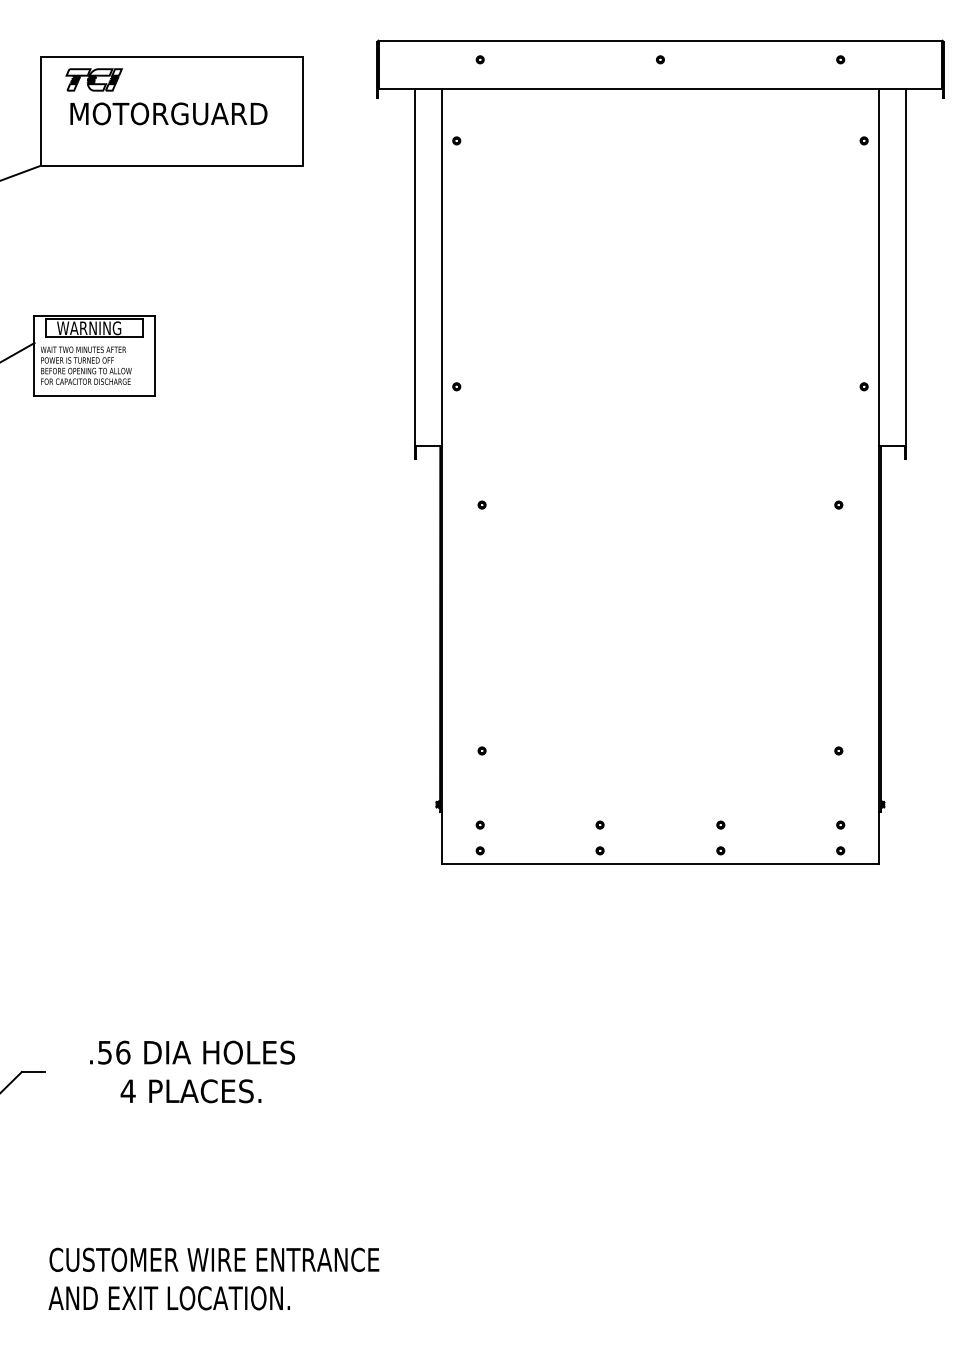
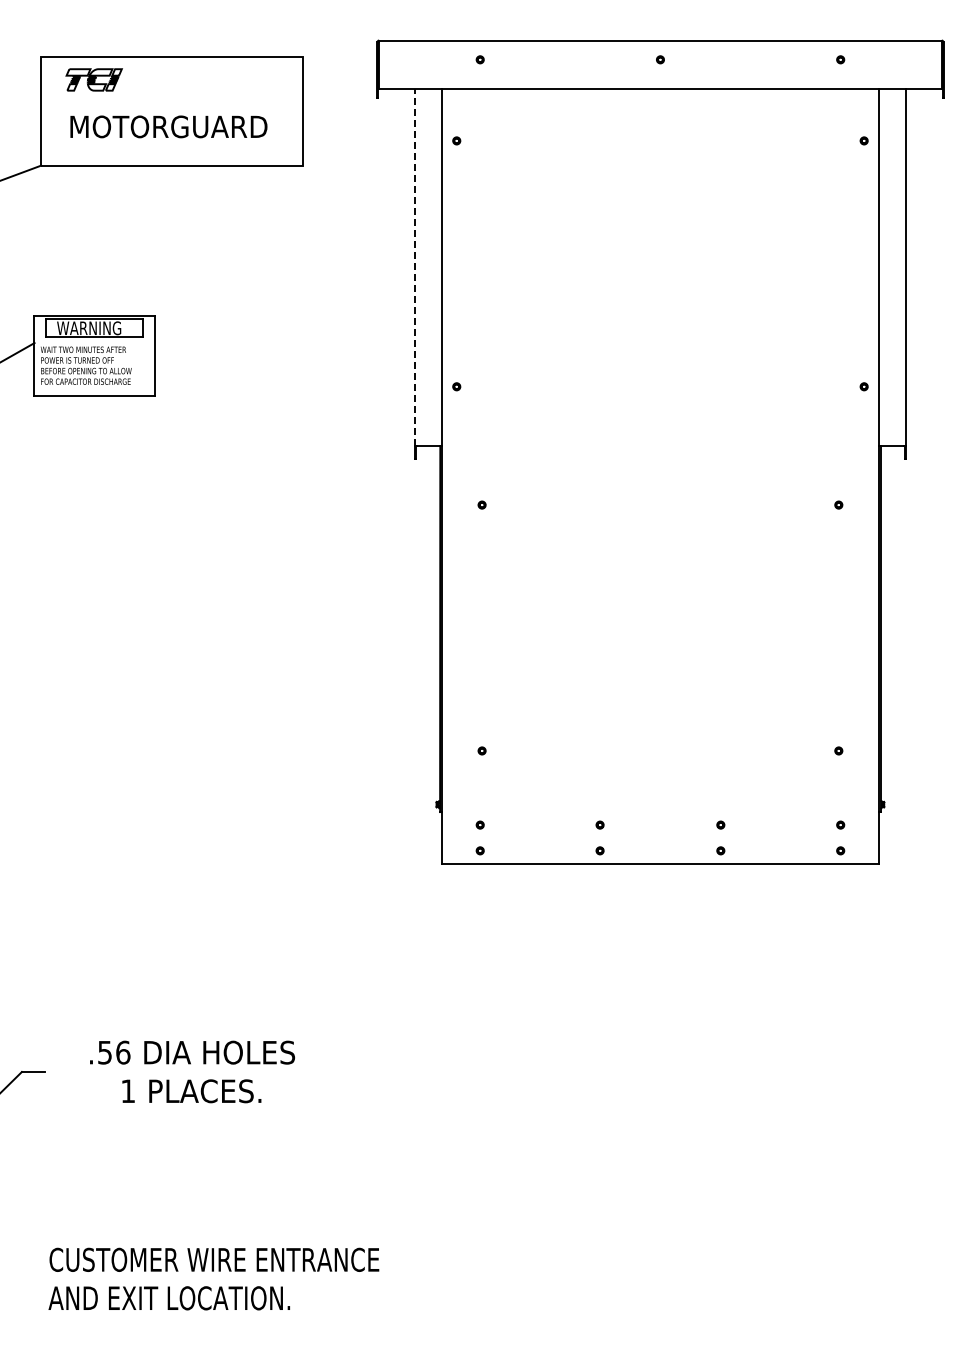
text at (168, 113) position: (168, 113) -> (168, 126)
line at (414, 267): solid -> dashed
text at (127, 1090): 4 -> 1
